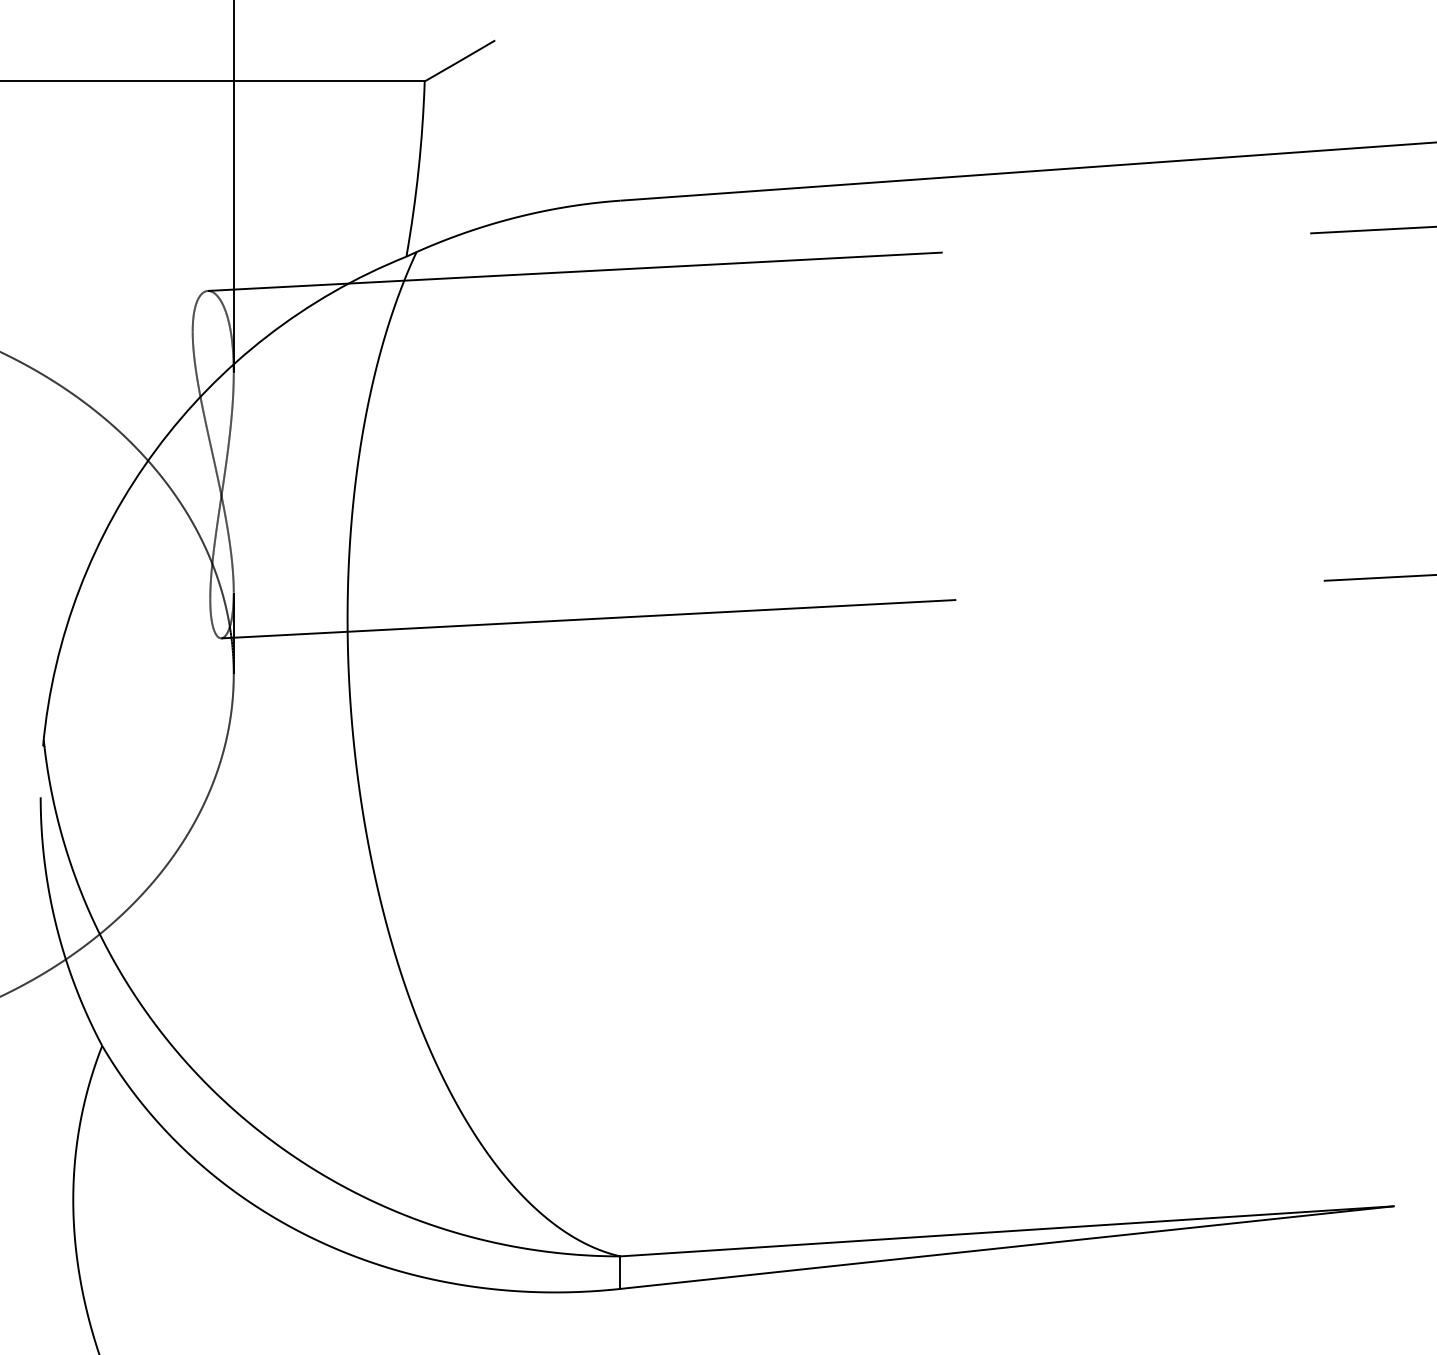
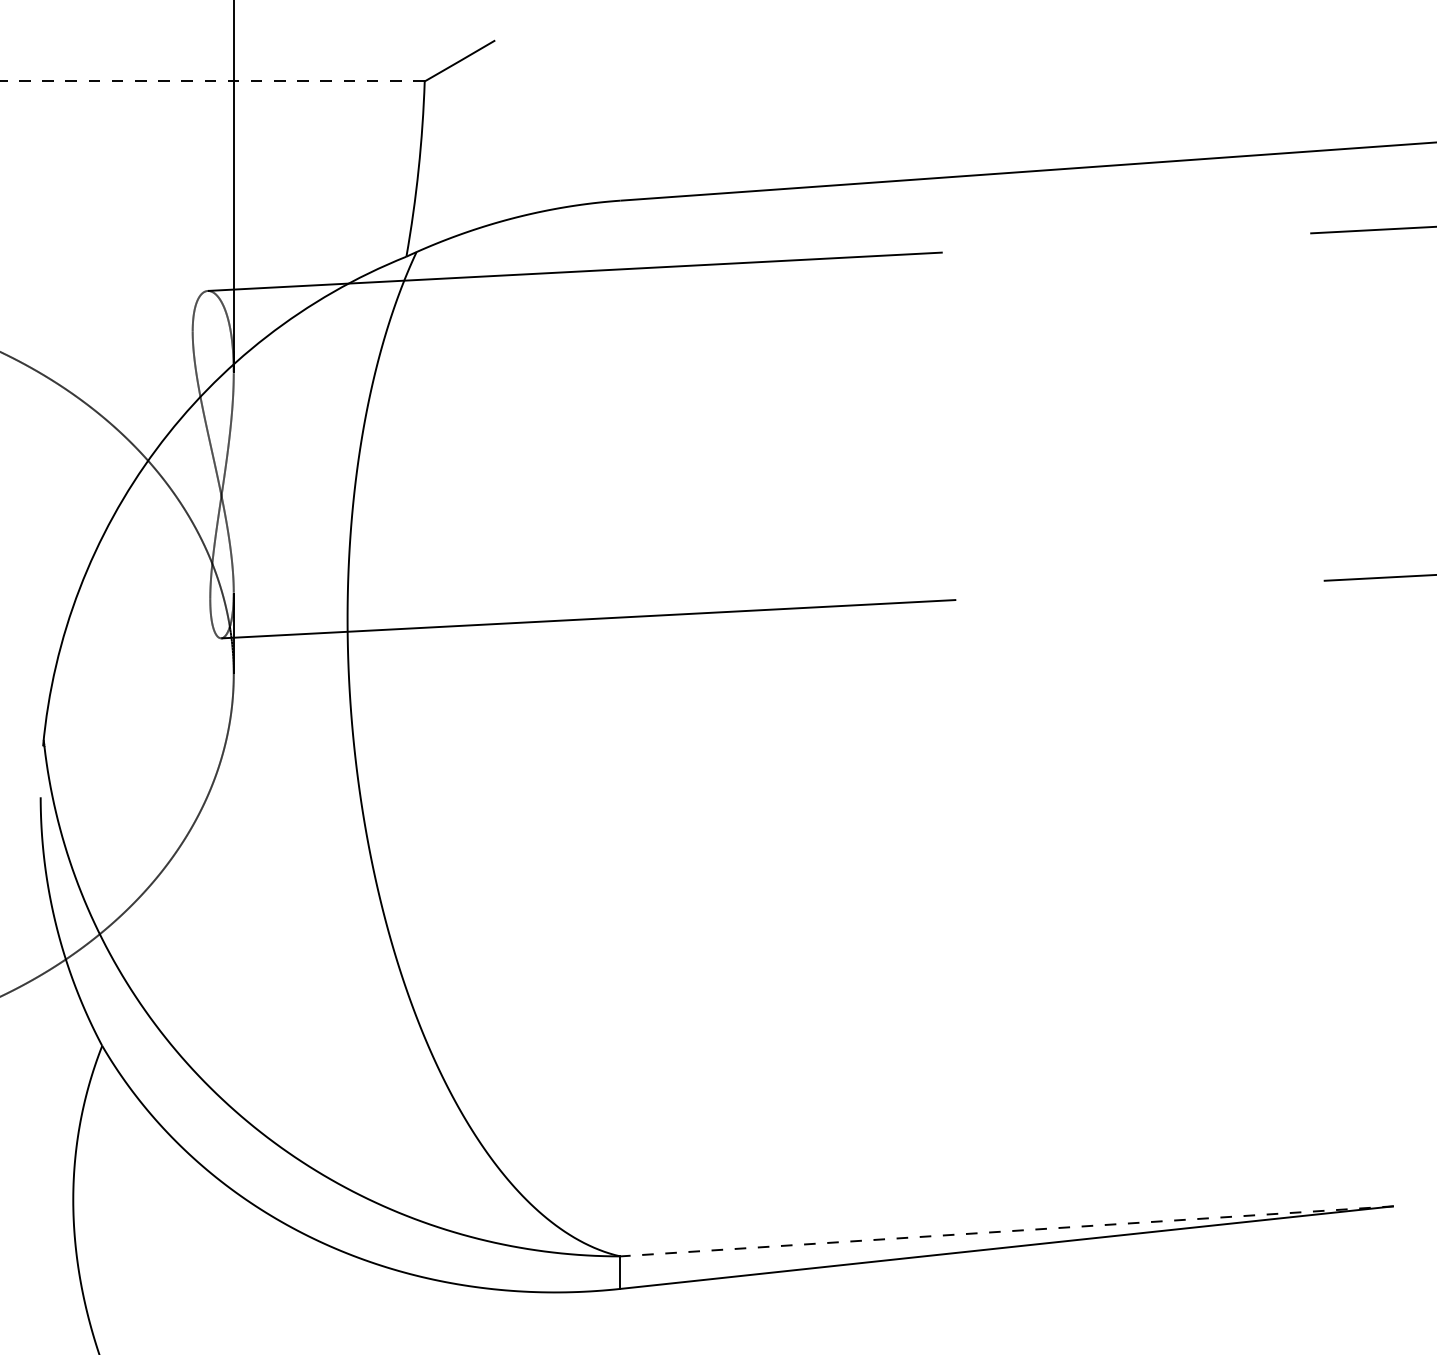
line at (212, 81): solid -> dashed
line at (1007, 1231): solid -> dashed
